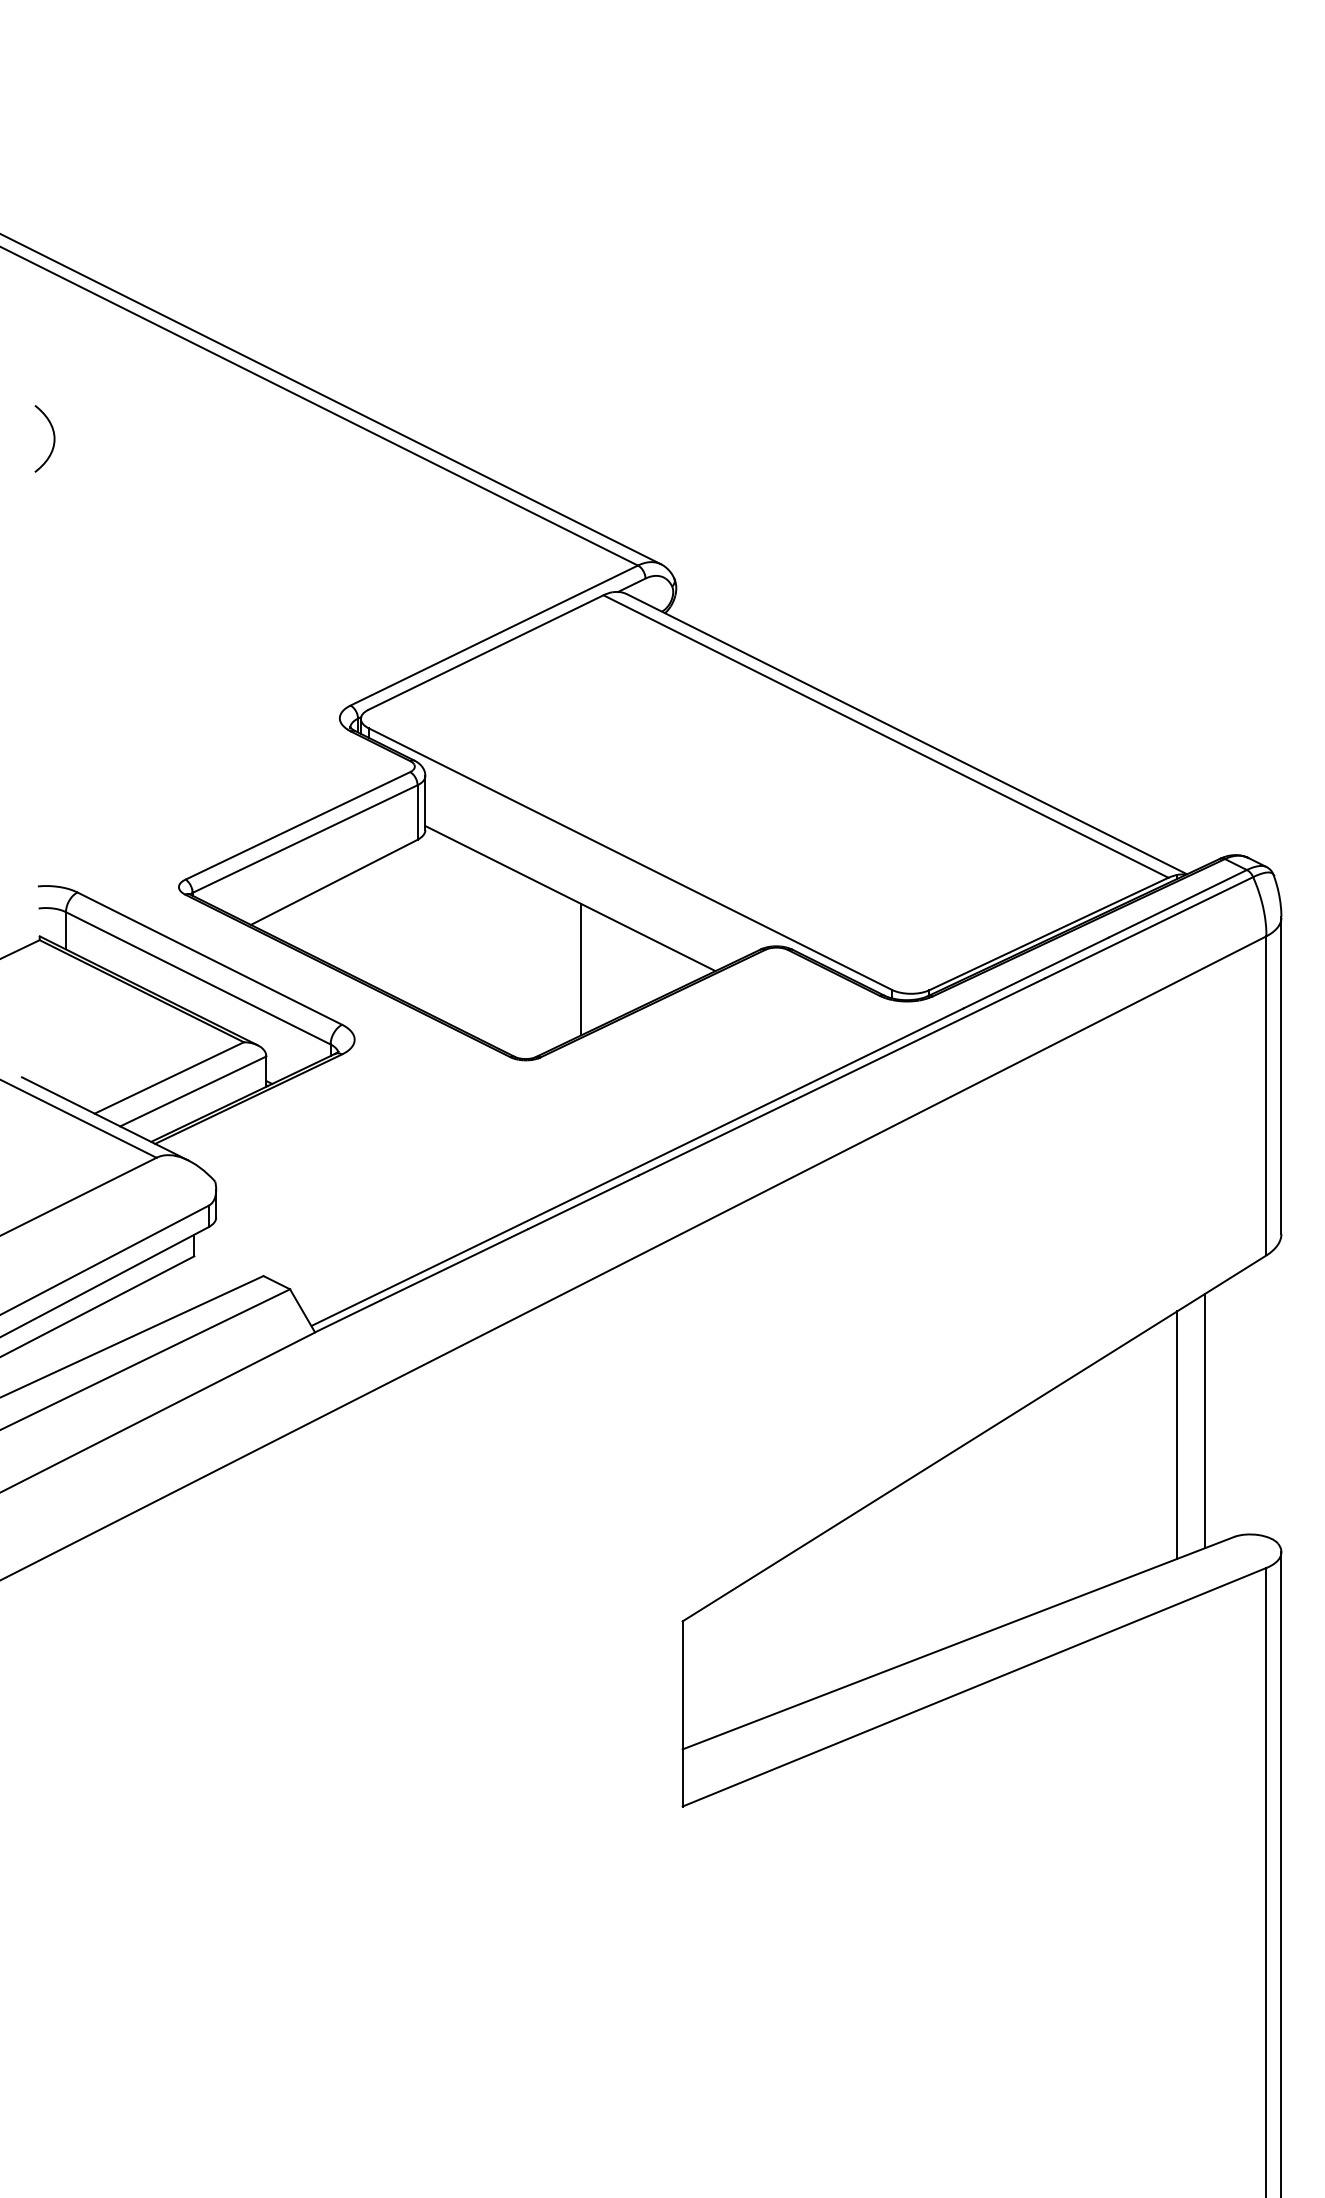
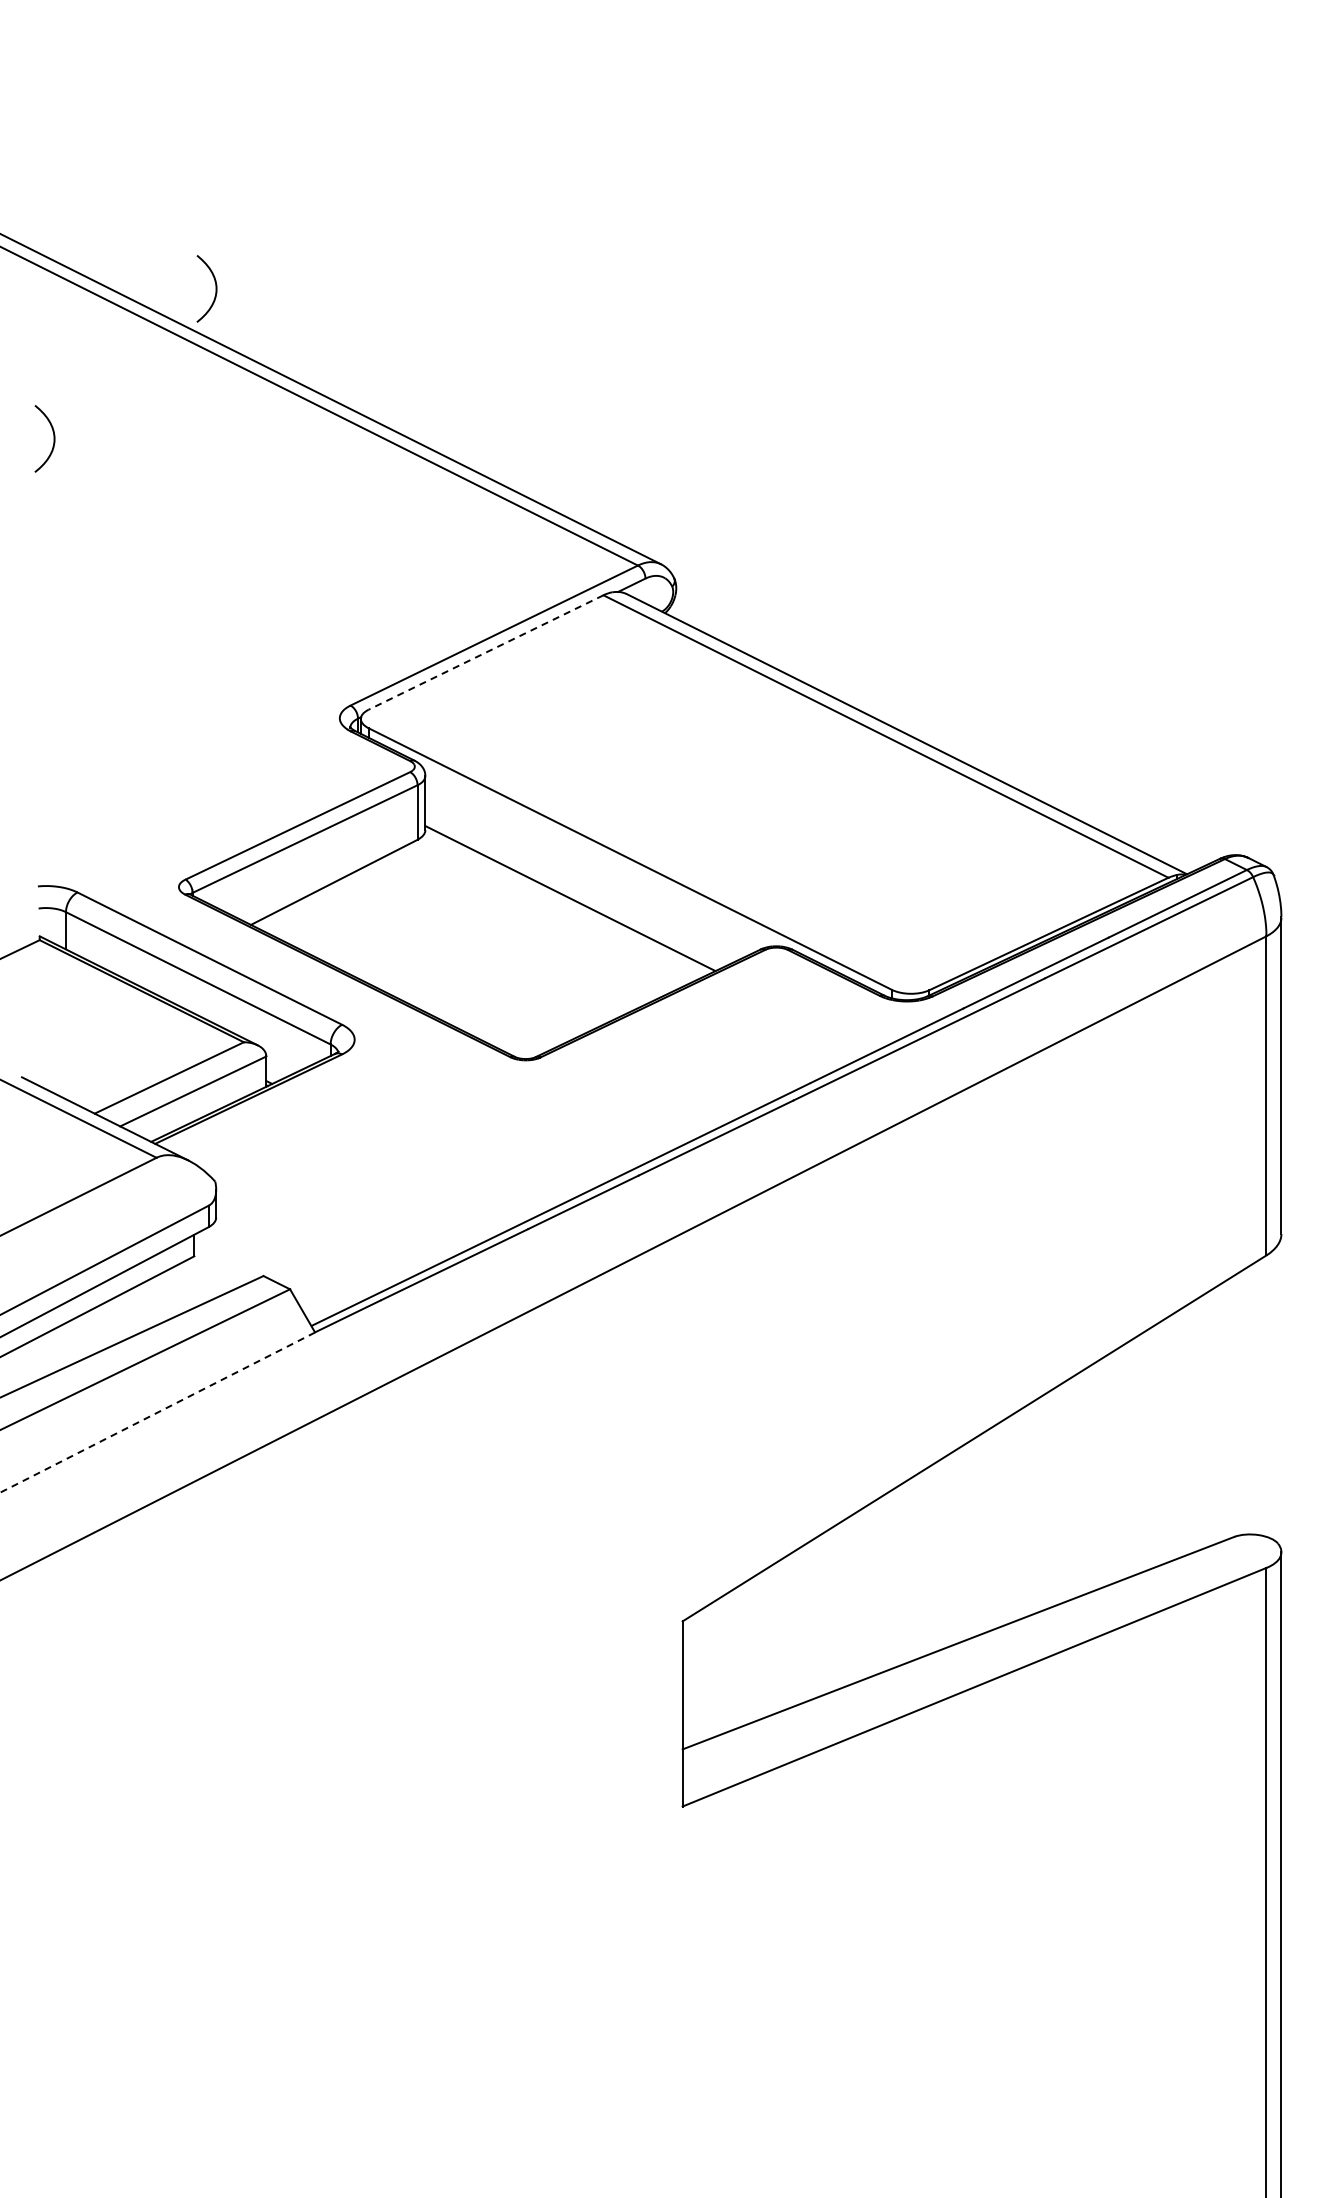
curve at (215, 288): none -> present
line at (486, 652): solid -> dashed
line at (581, 969): present -> none
line at (157, 1412): solid -> dashed
line at (1205, 1420): present -> none
line at (1177, 1434): present -> none
